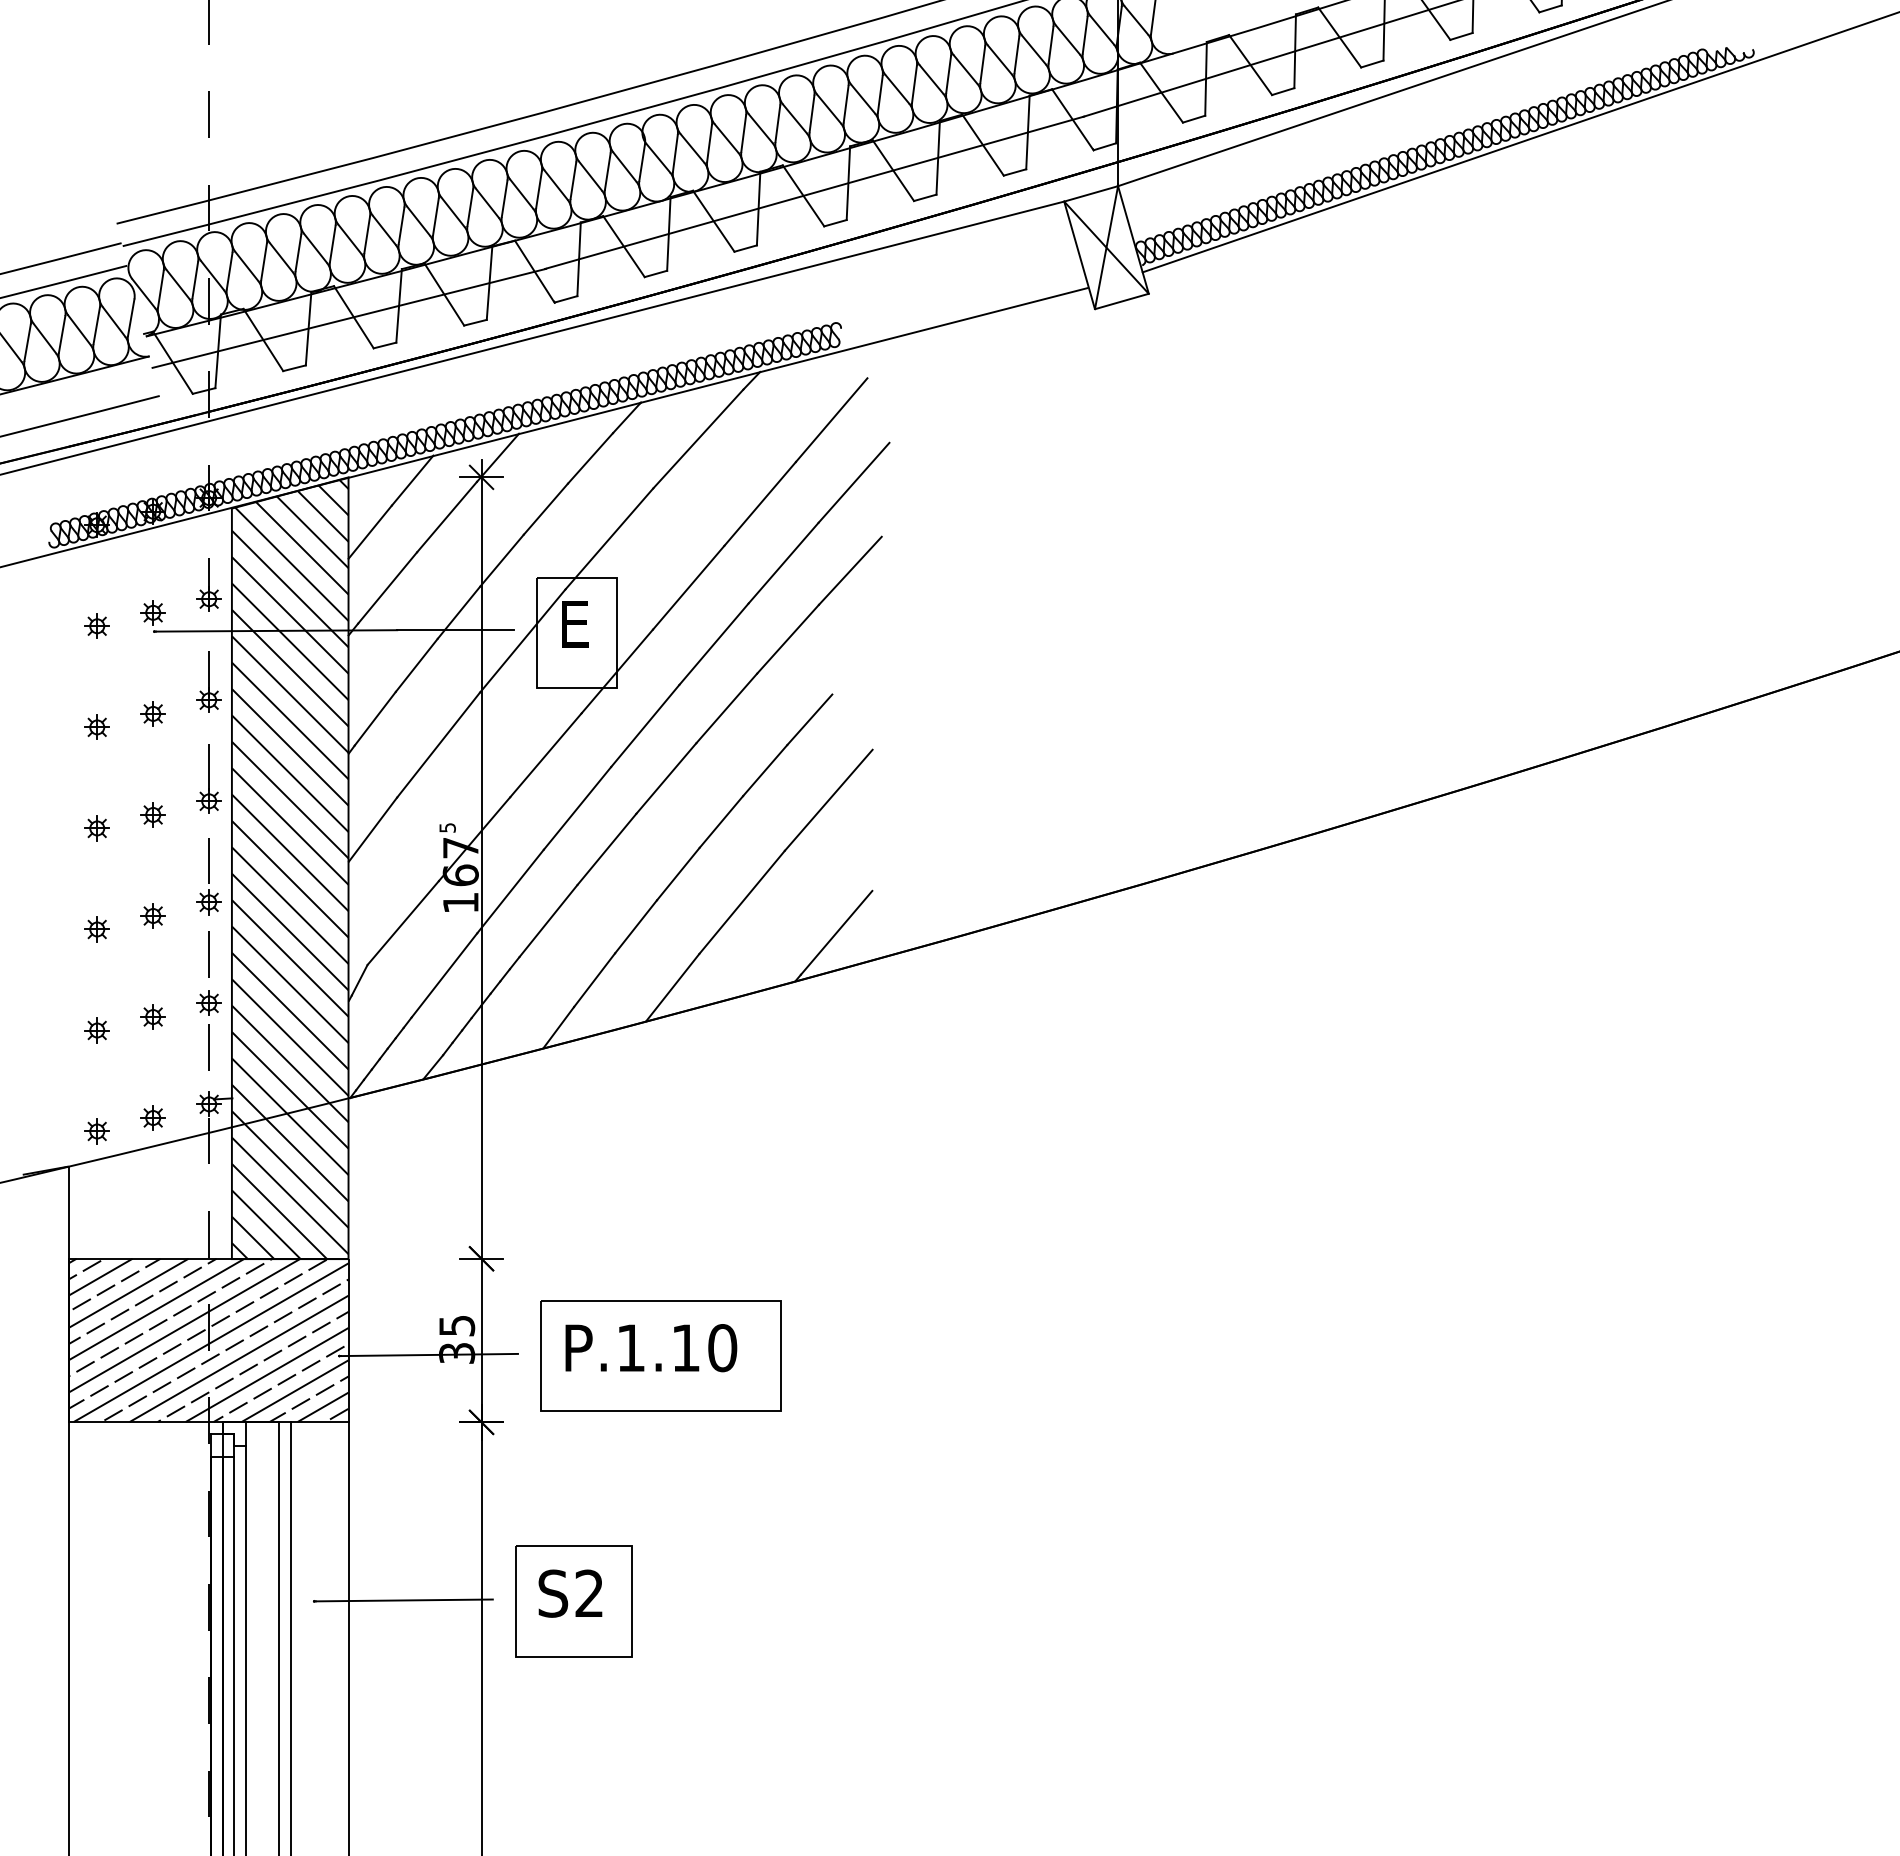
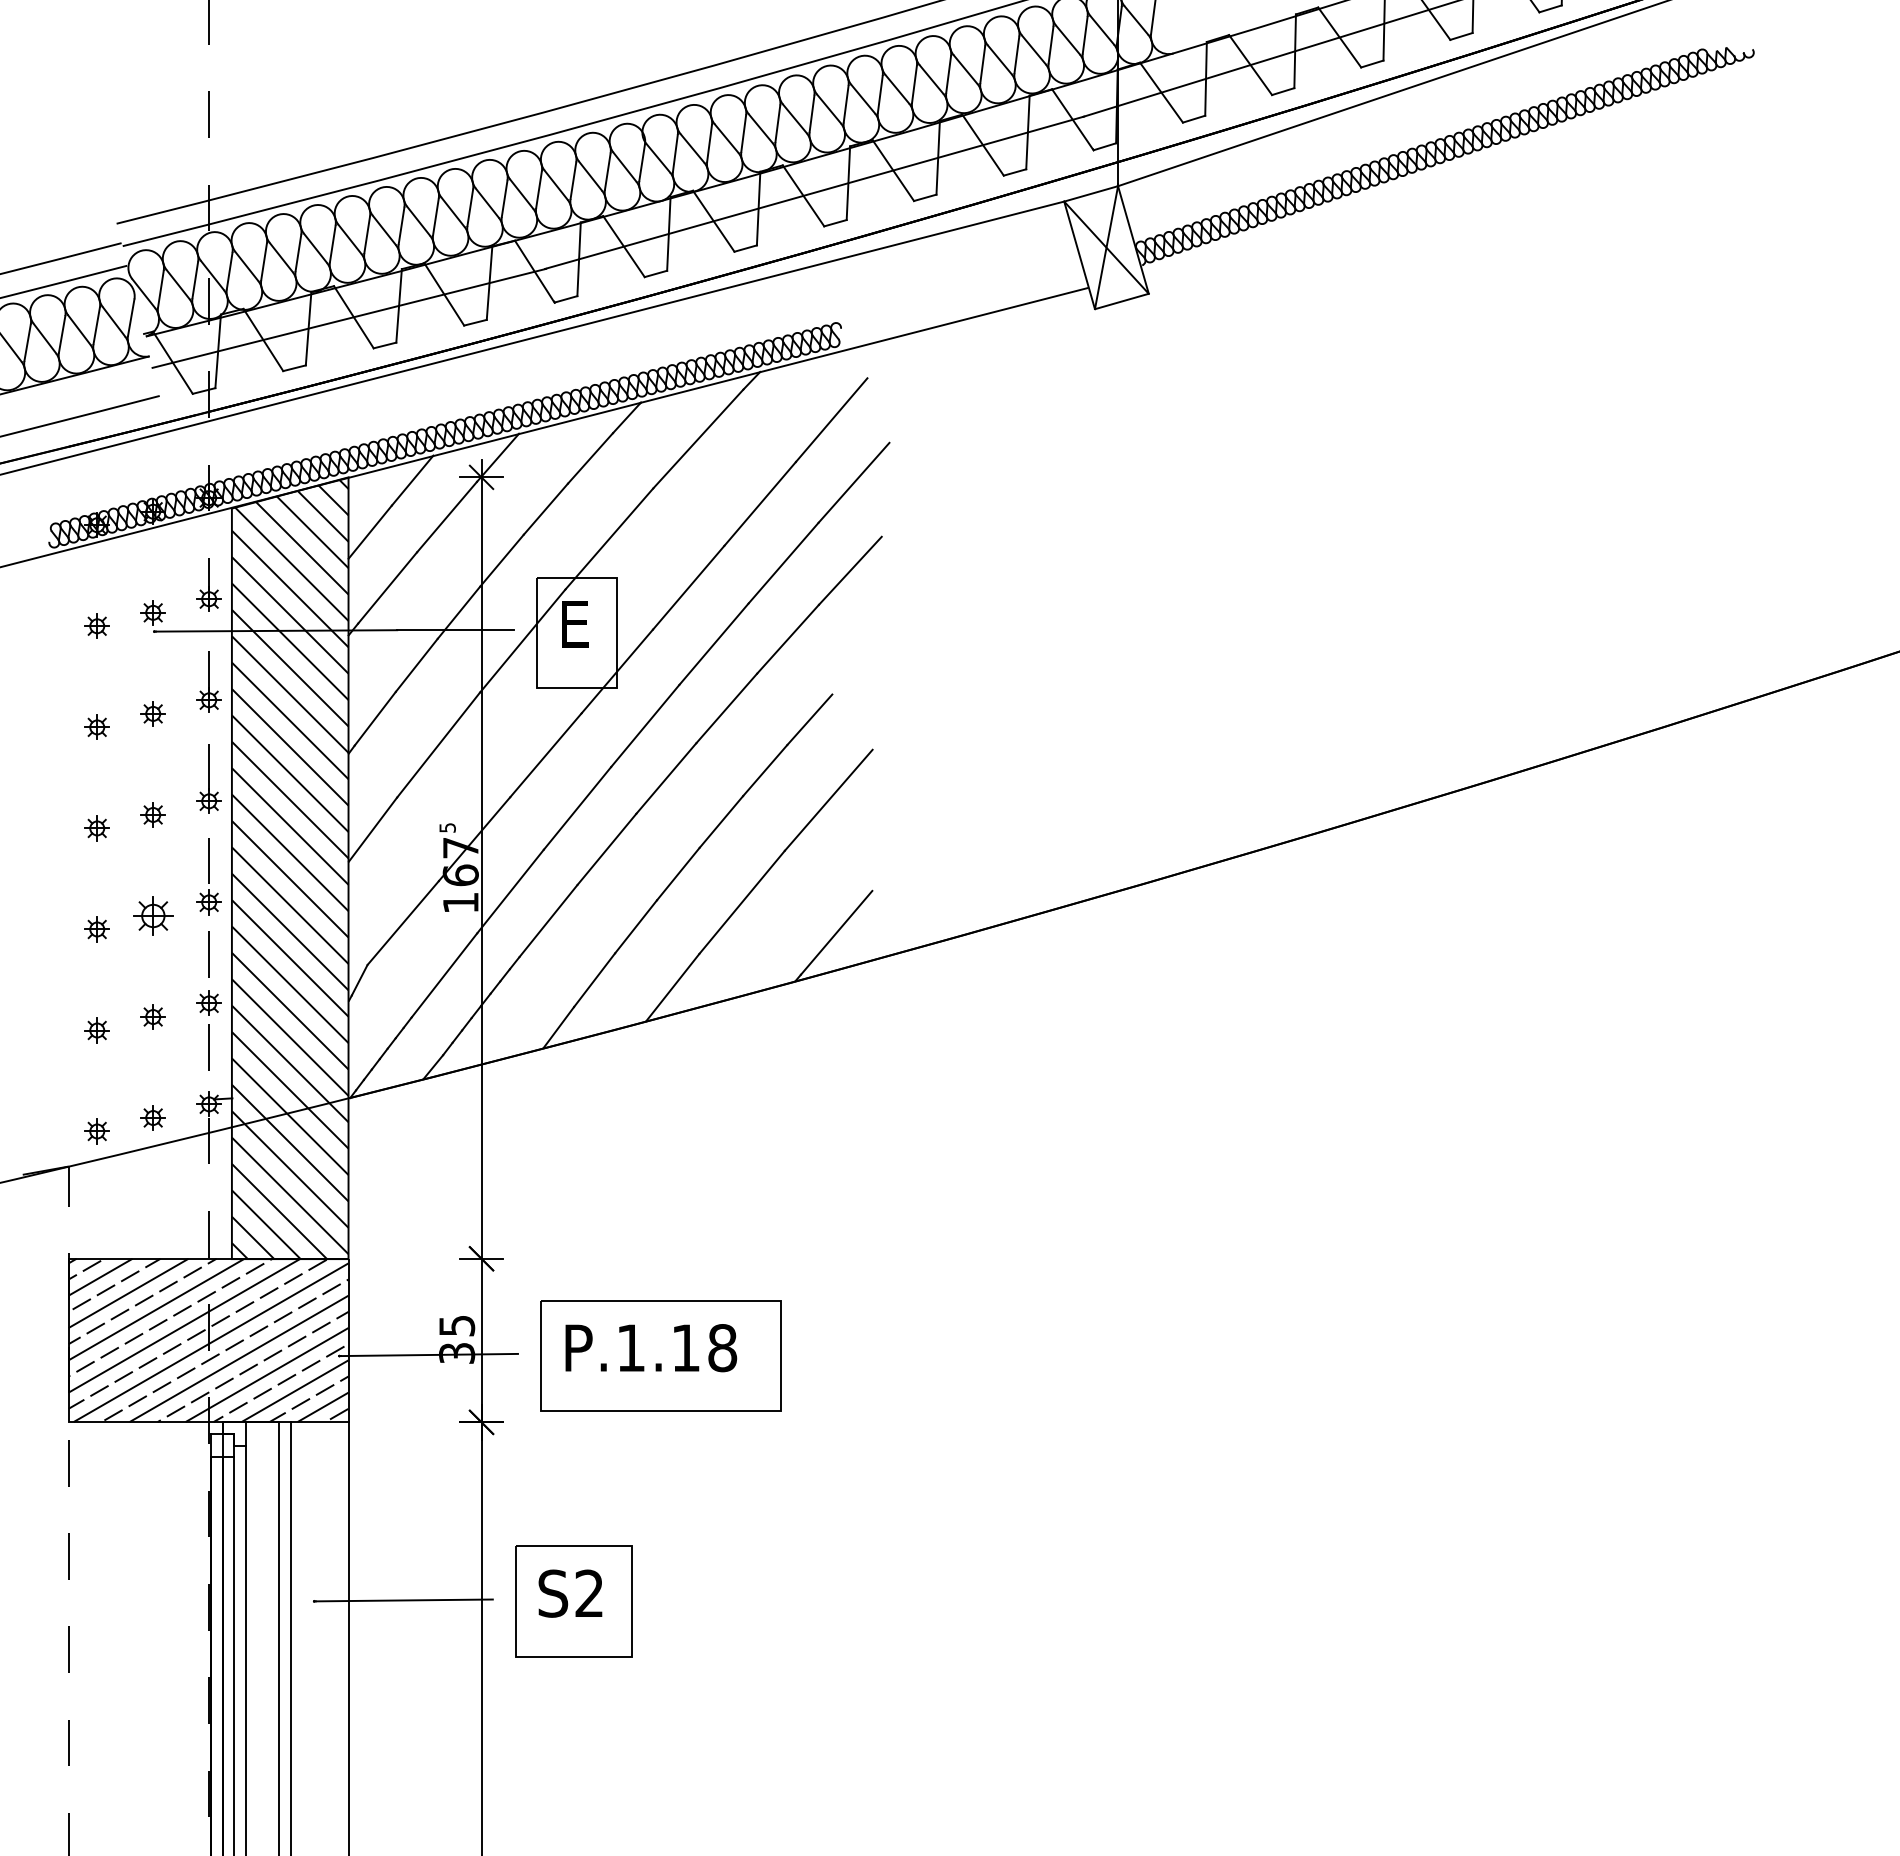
line at (1519, 142): present -> none
part at (152, 915) size: 26x26 px -> 41x40 px
text at (722, 1348): P.1.10 -> P.1.18
line at (68, 1510): solid -> dashed
